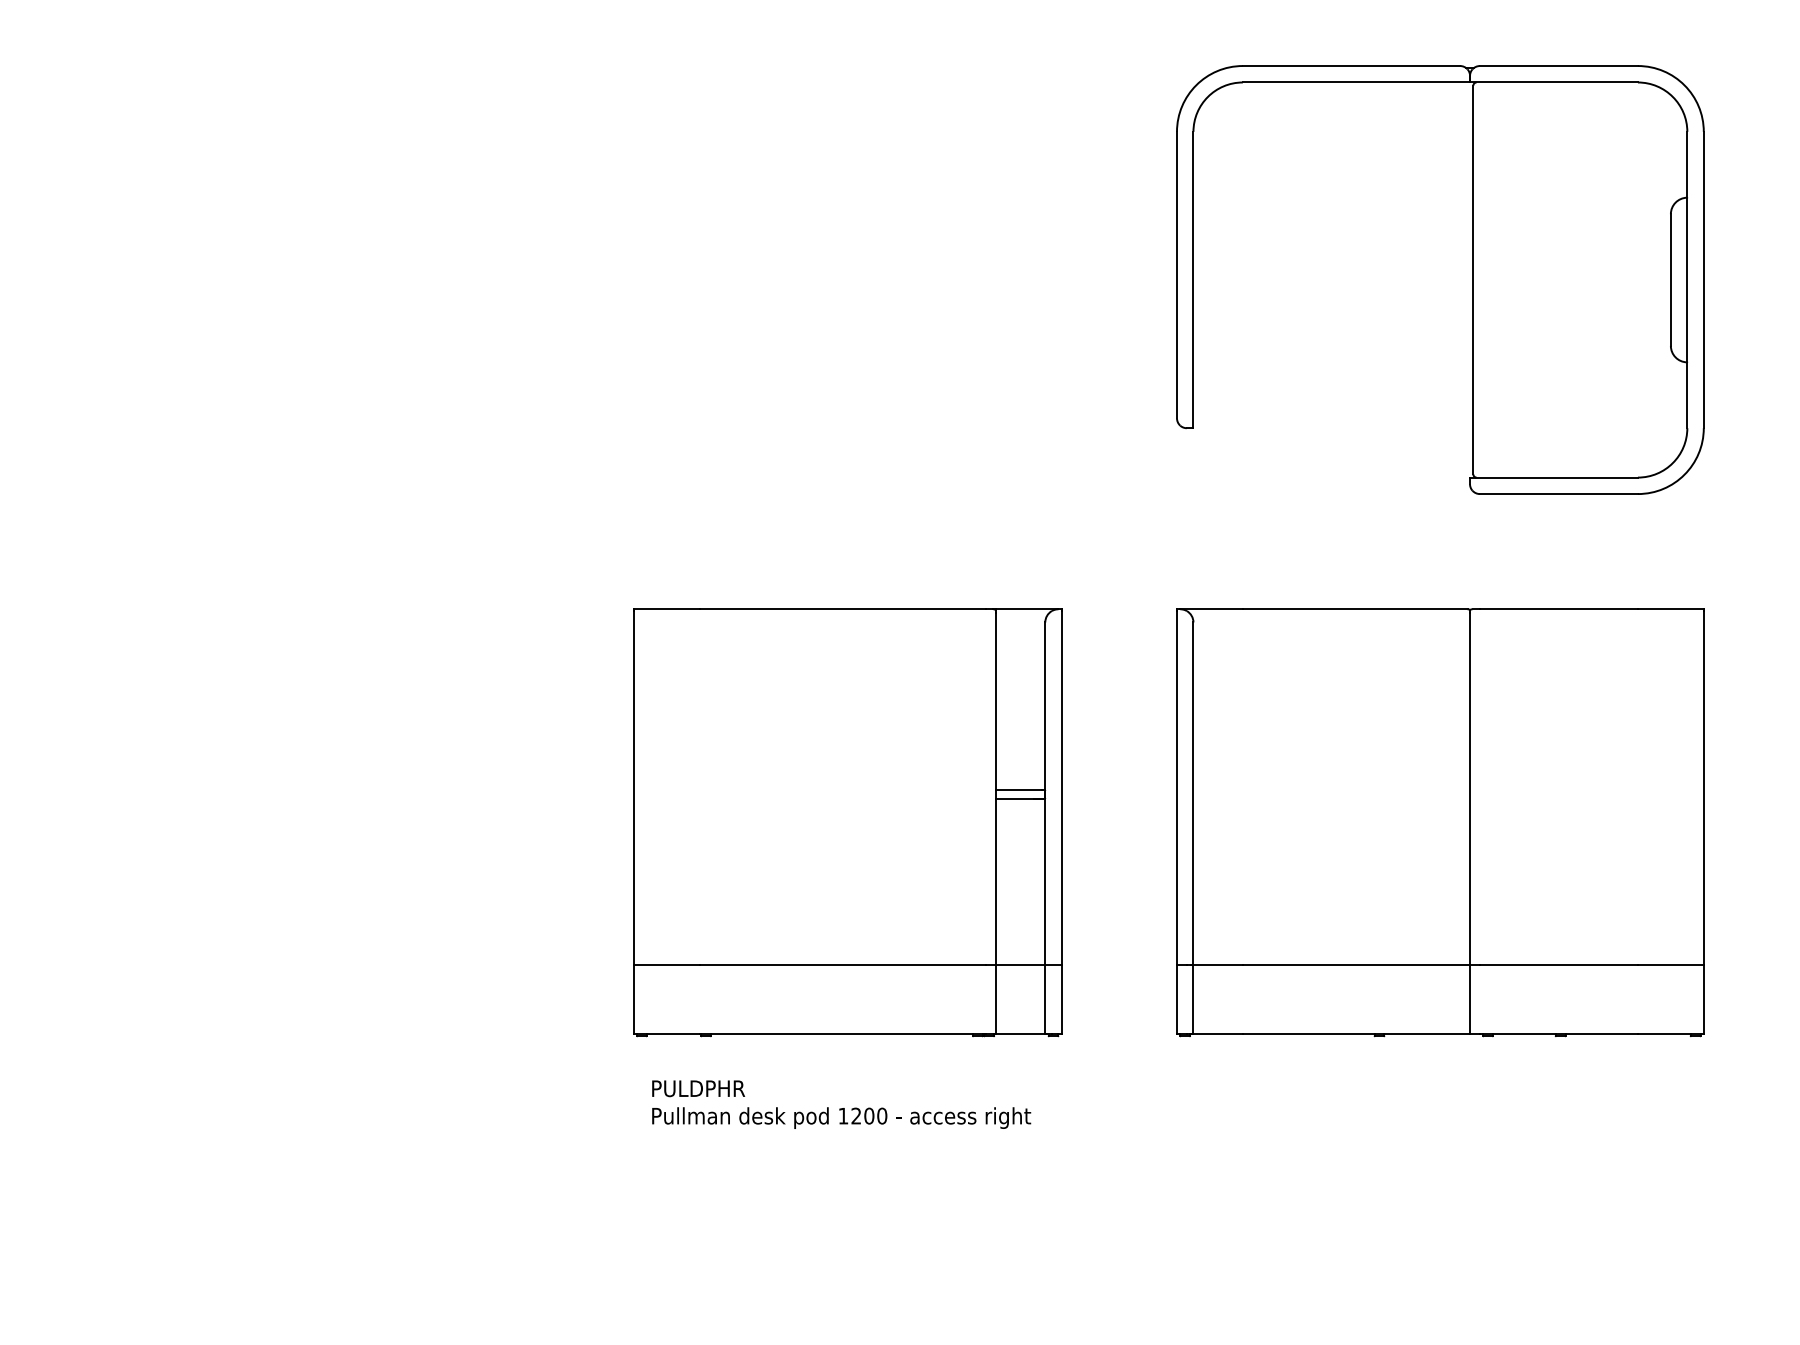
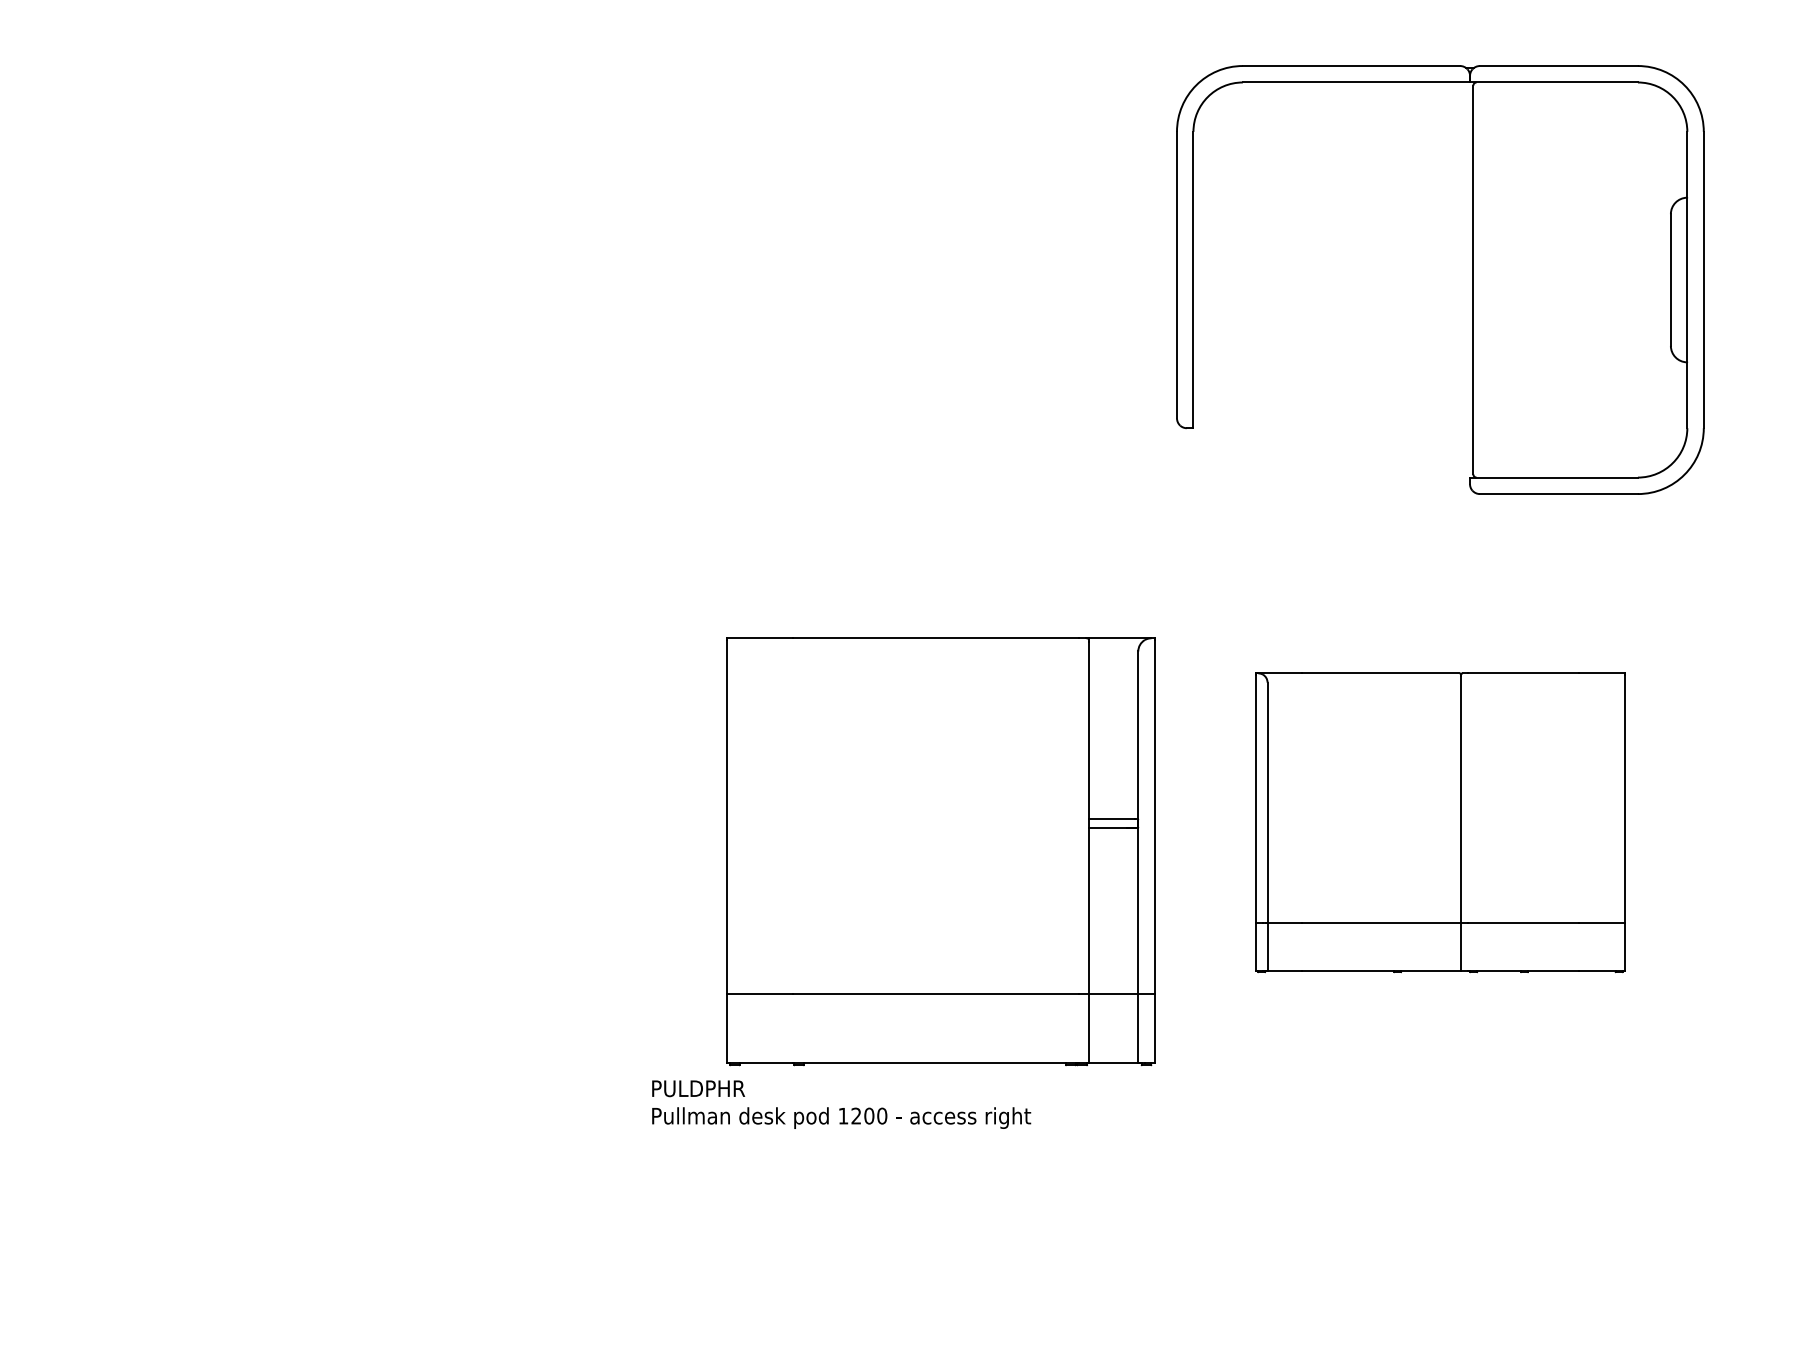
part at (847, 822) position: (847, 822) -> (940, 851)
part at (1440, 822) size: 529x430 px -> 371x302 px
